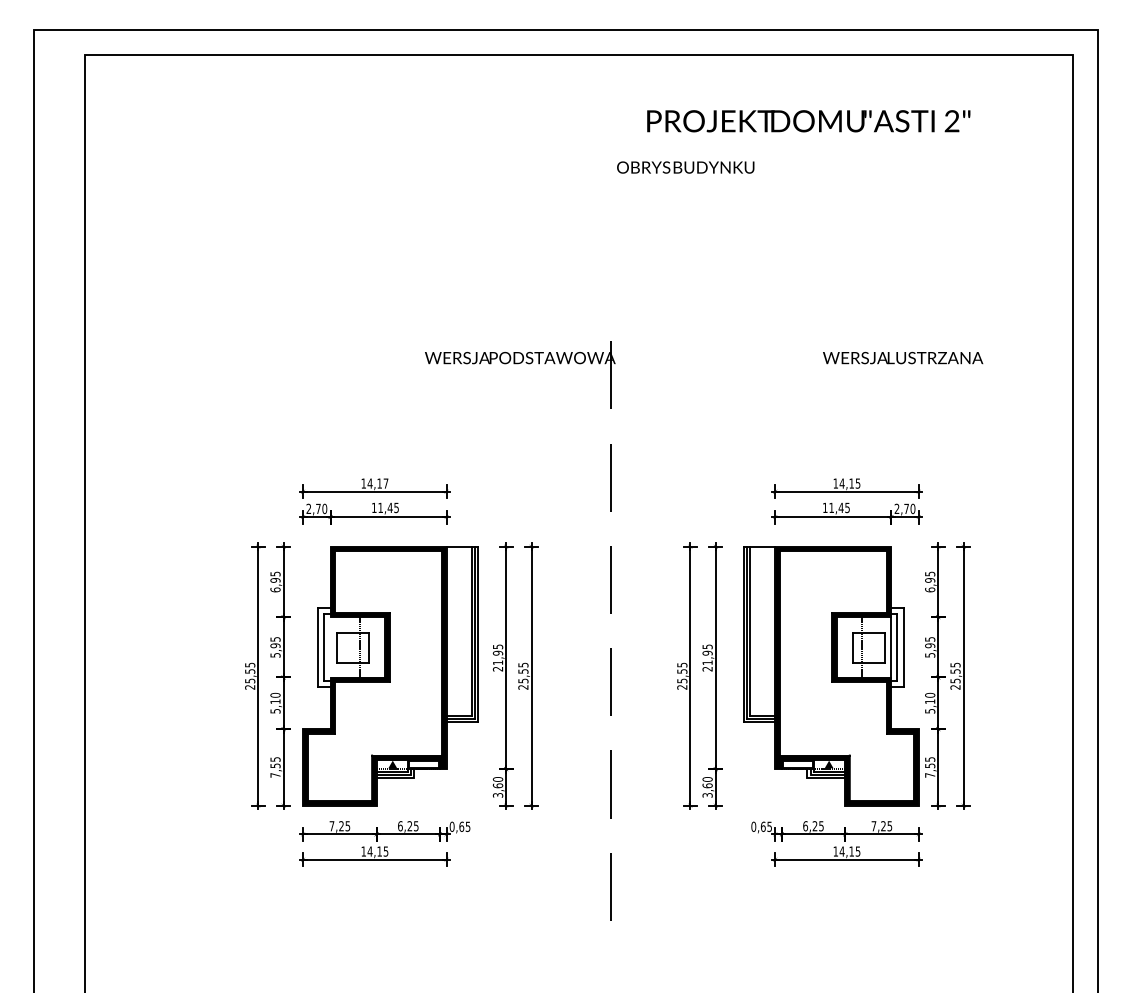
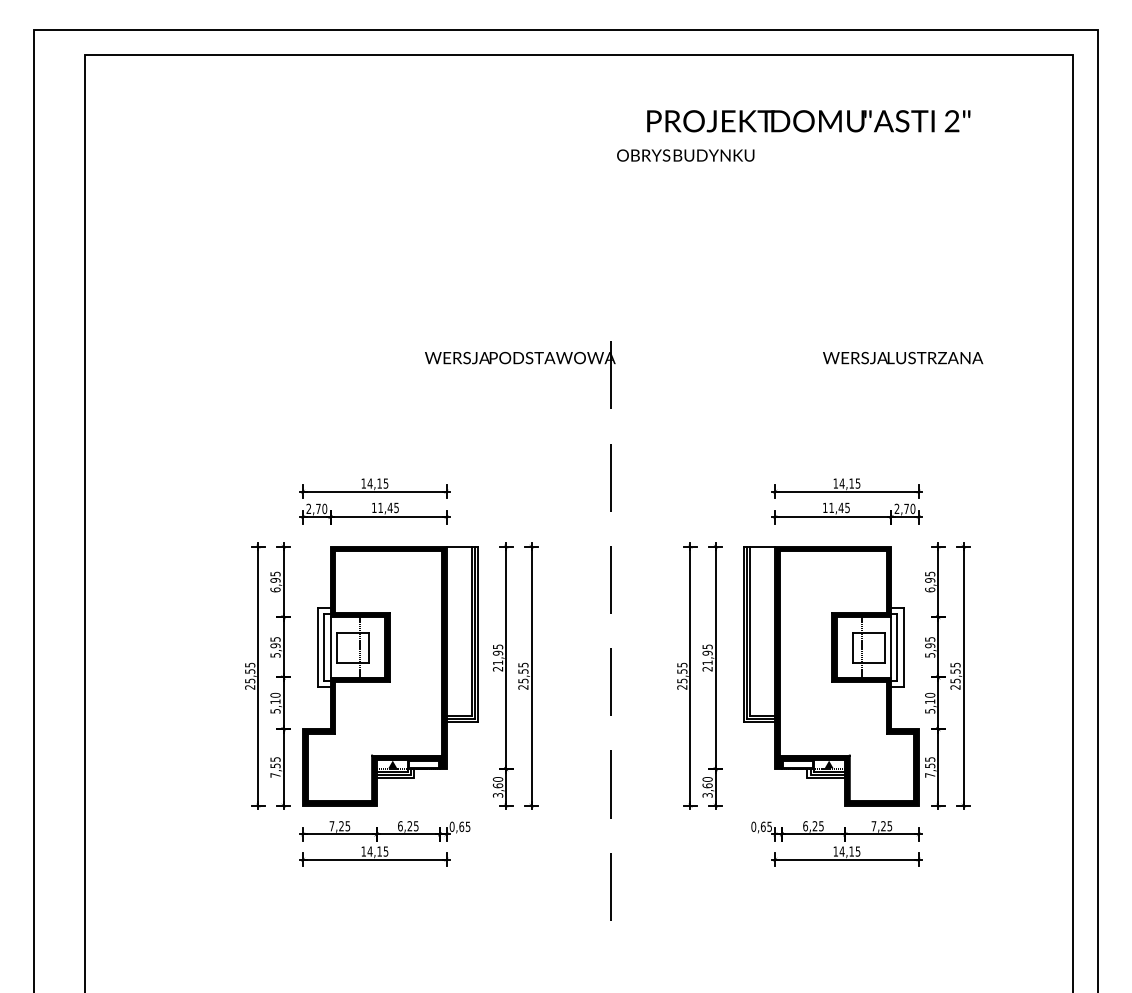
text at (685, 167) position: (685, 167) -> (685, 155)
text at (385, 483): 14,17 -> 14,15
line at (330, 647): none -> present
